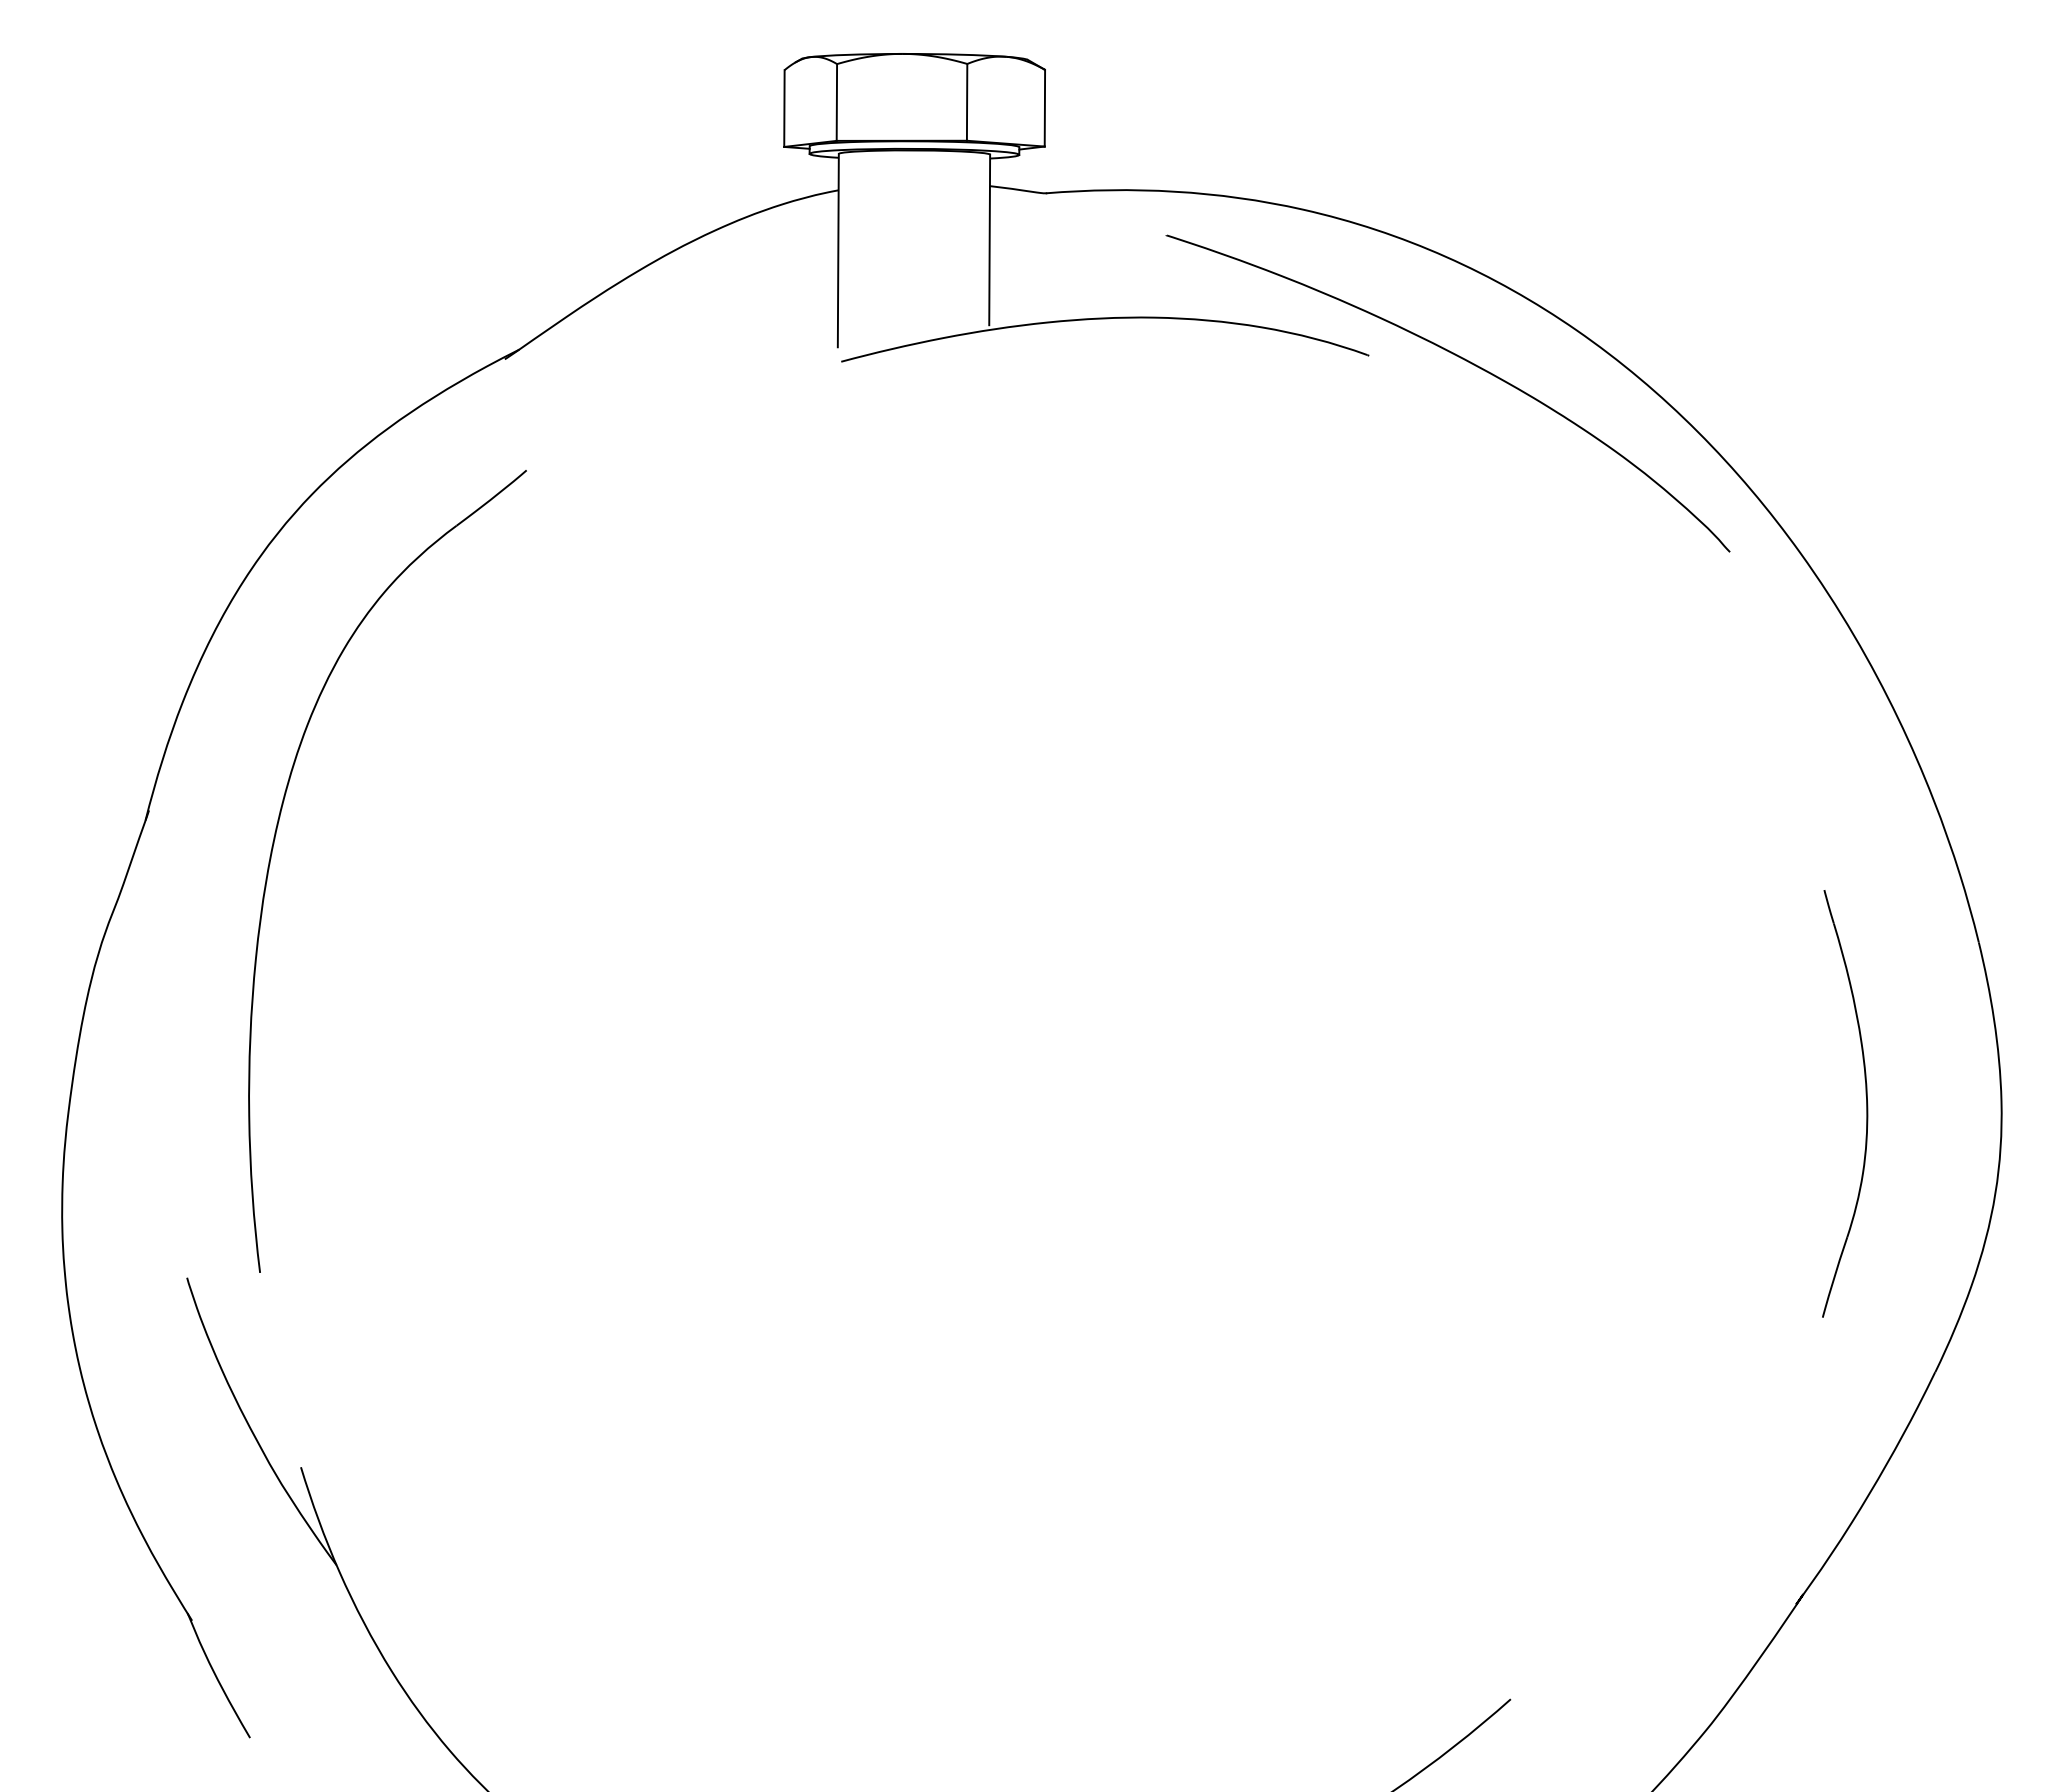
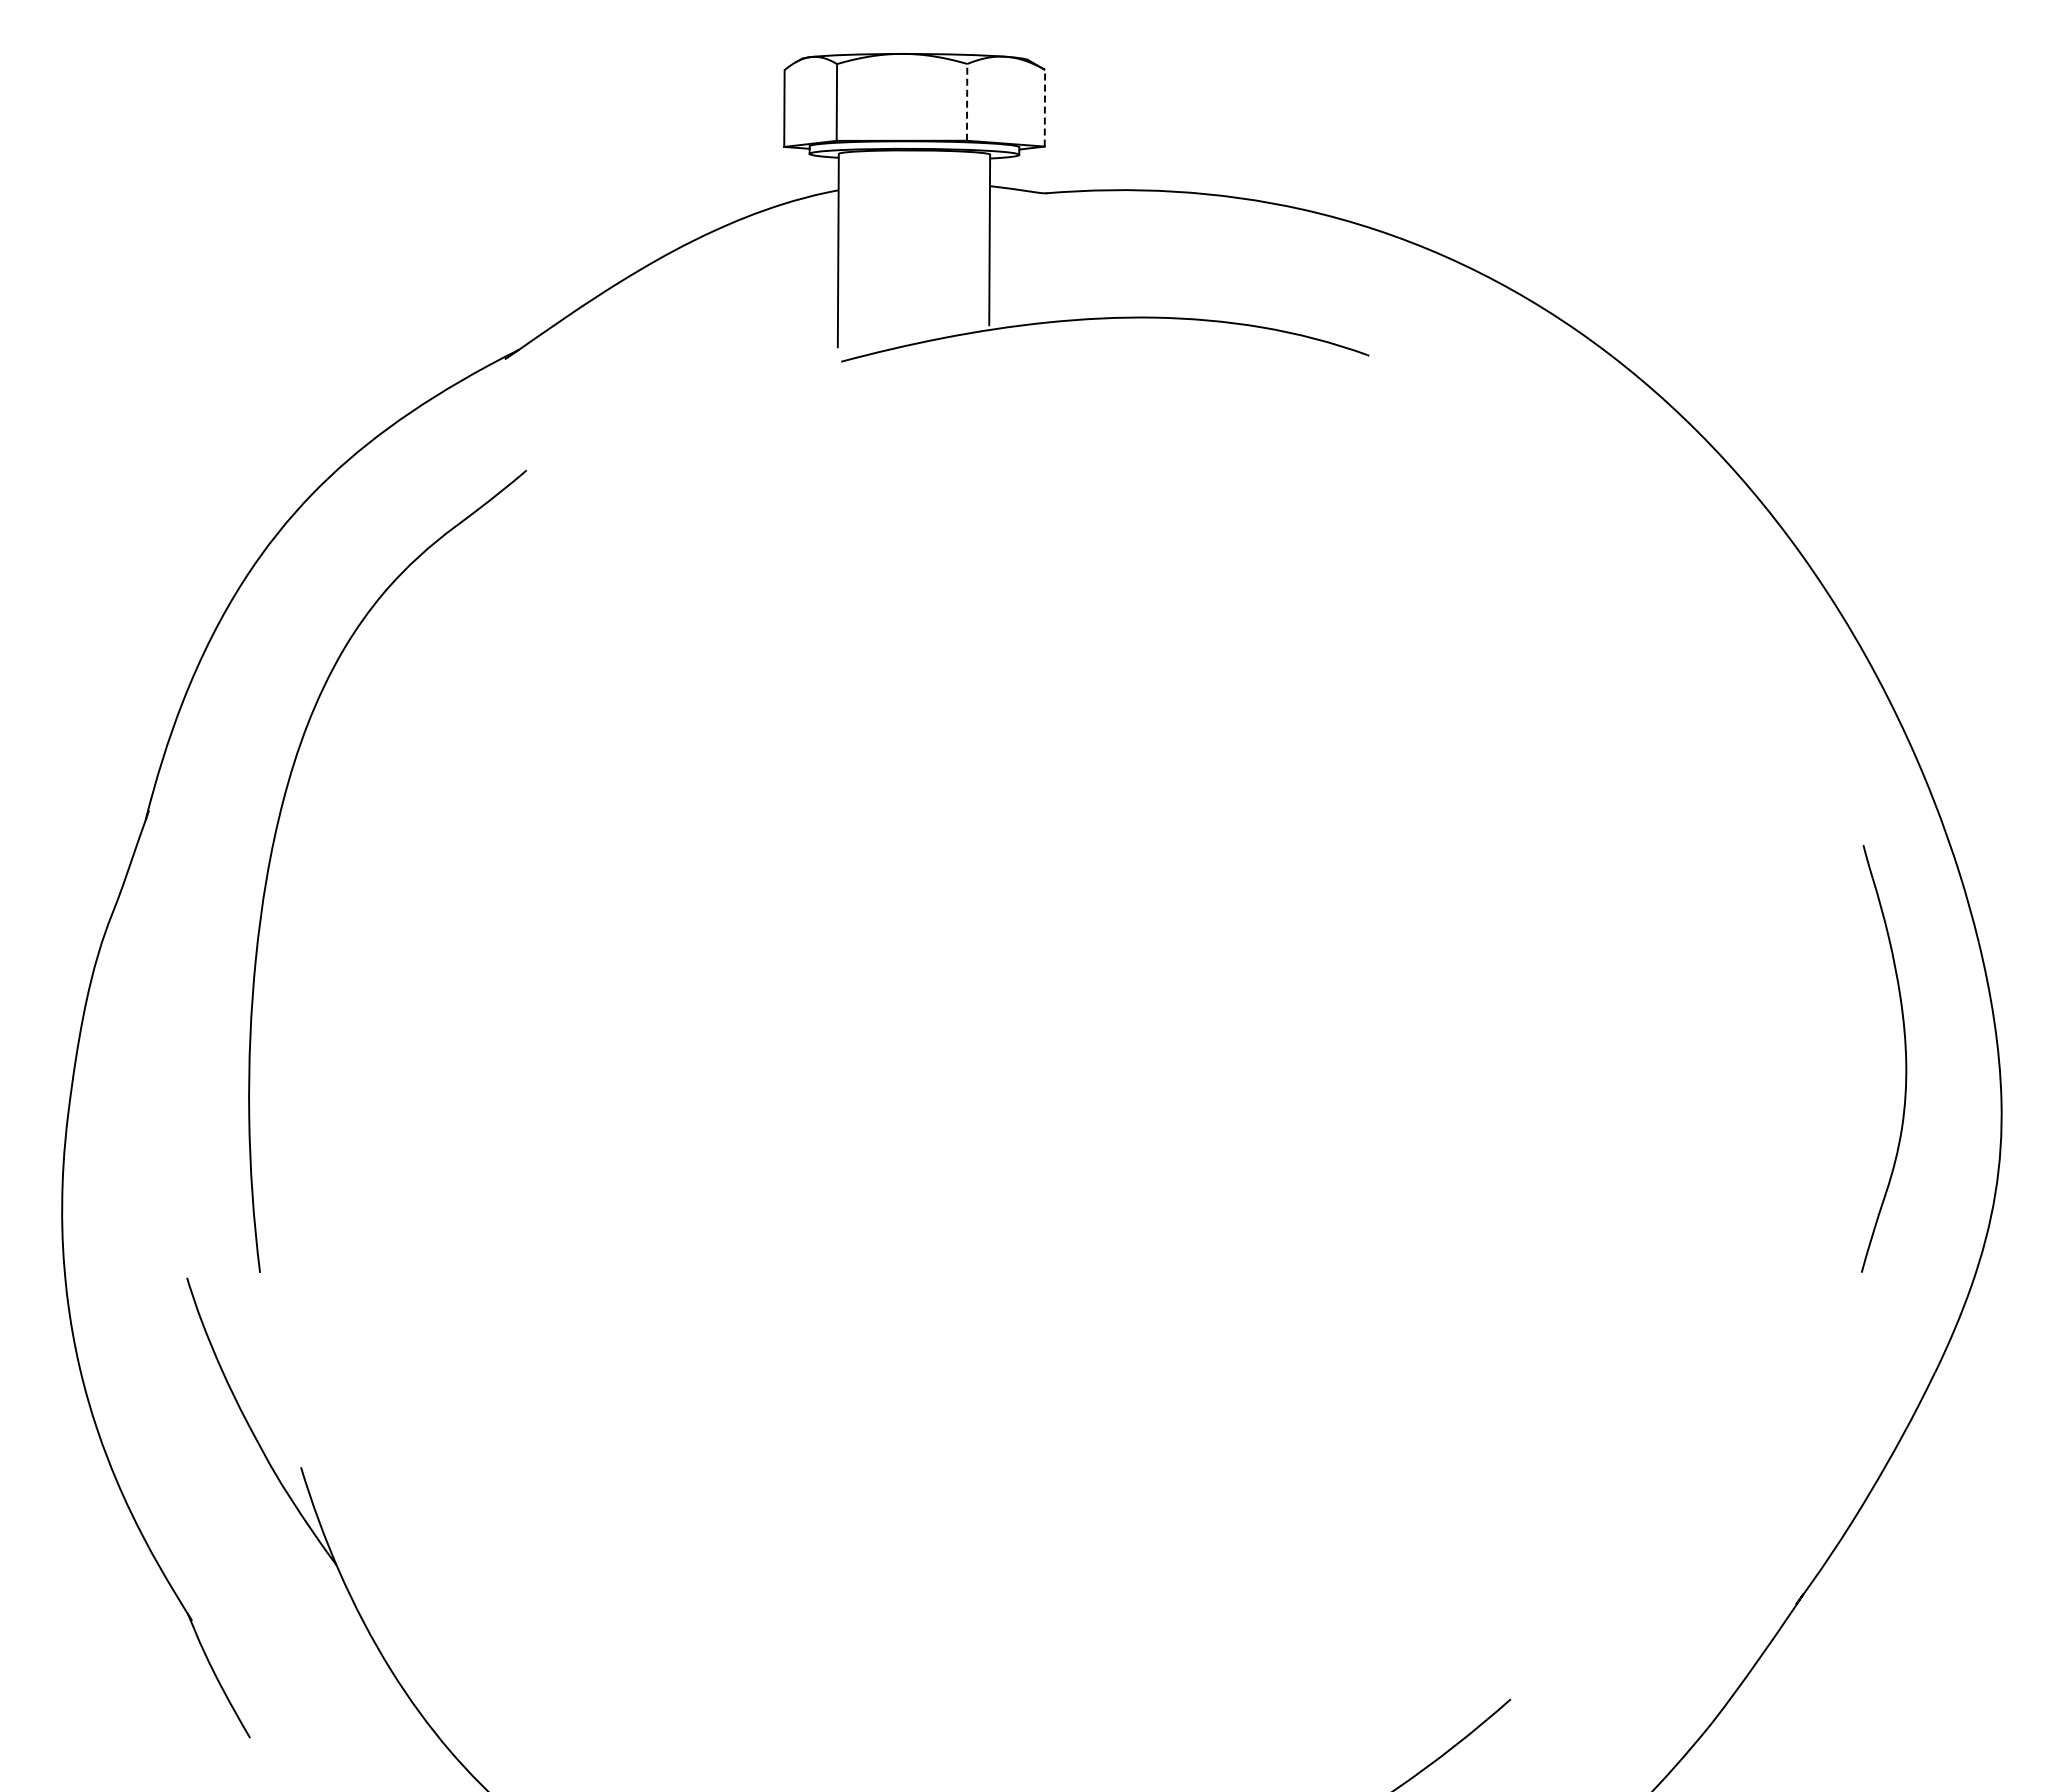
line at (967, 101): solid -> dashed
line at (1044, 107): solid -> dashed
curve at (1464, 360): present -> none
part at (1866, 1103) position: (1866, 1103) -> (1905, 1058)
